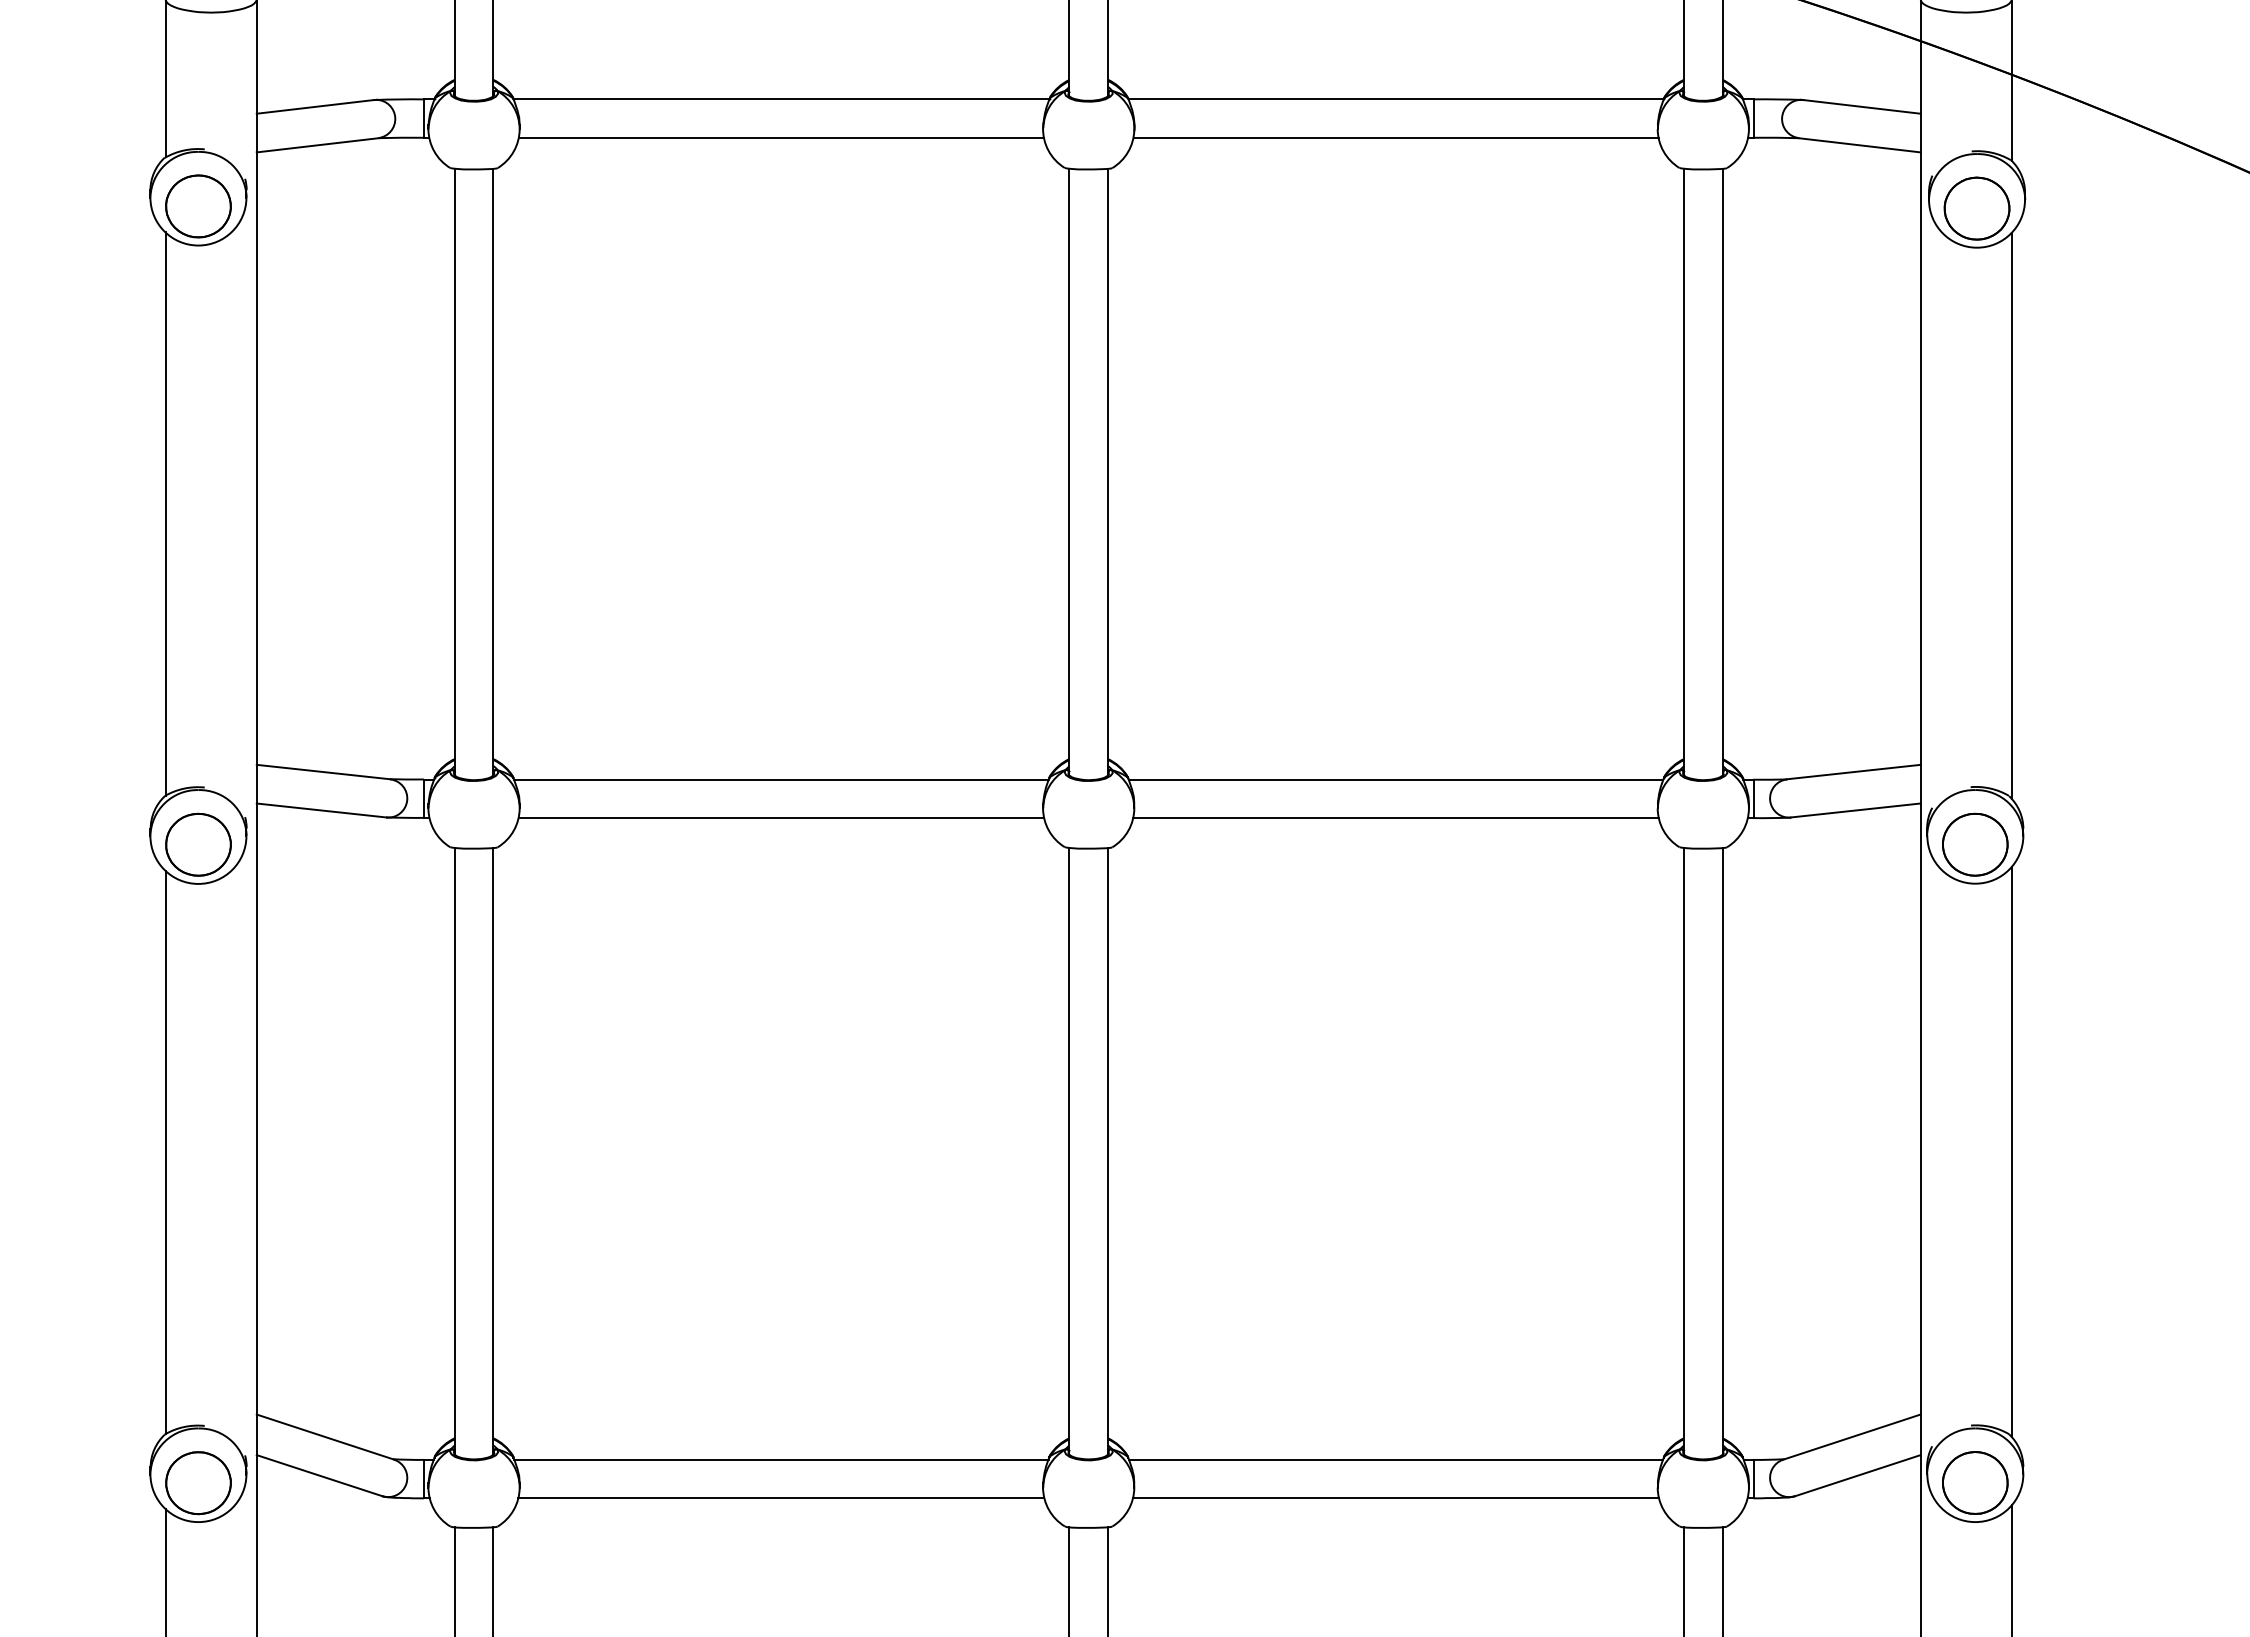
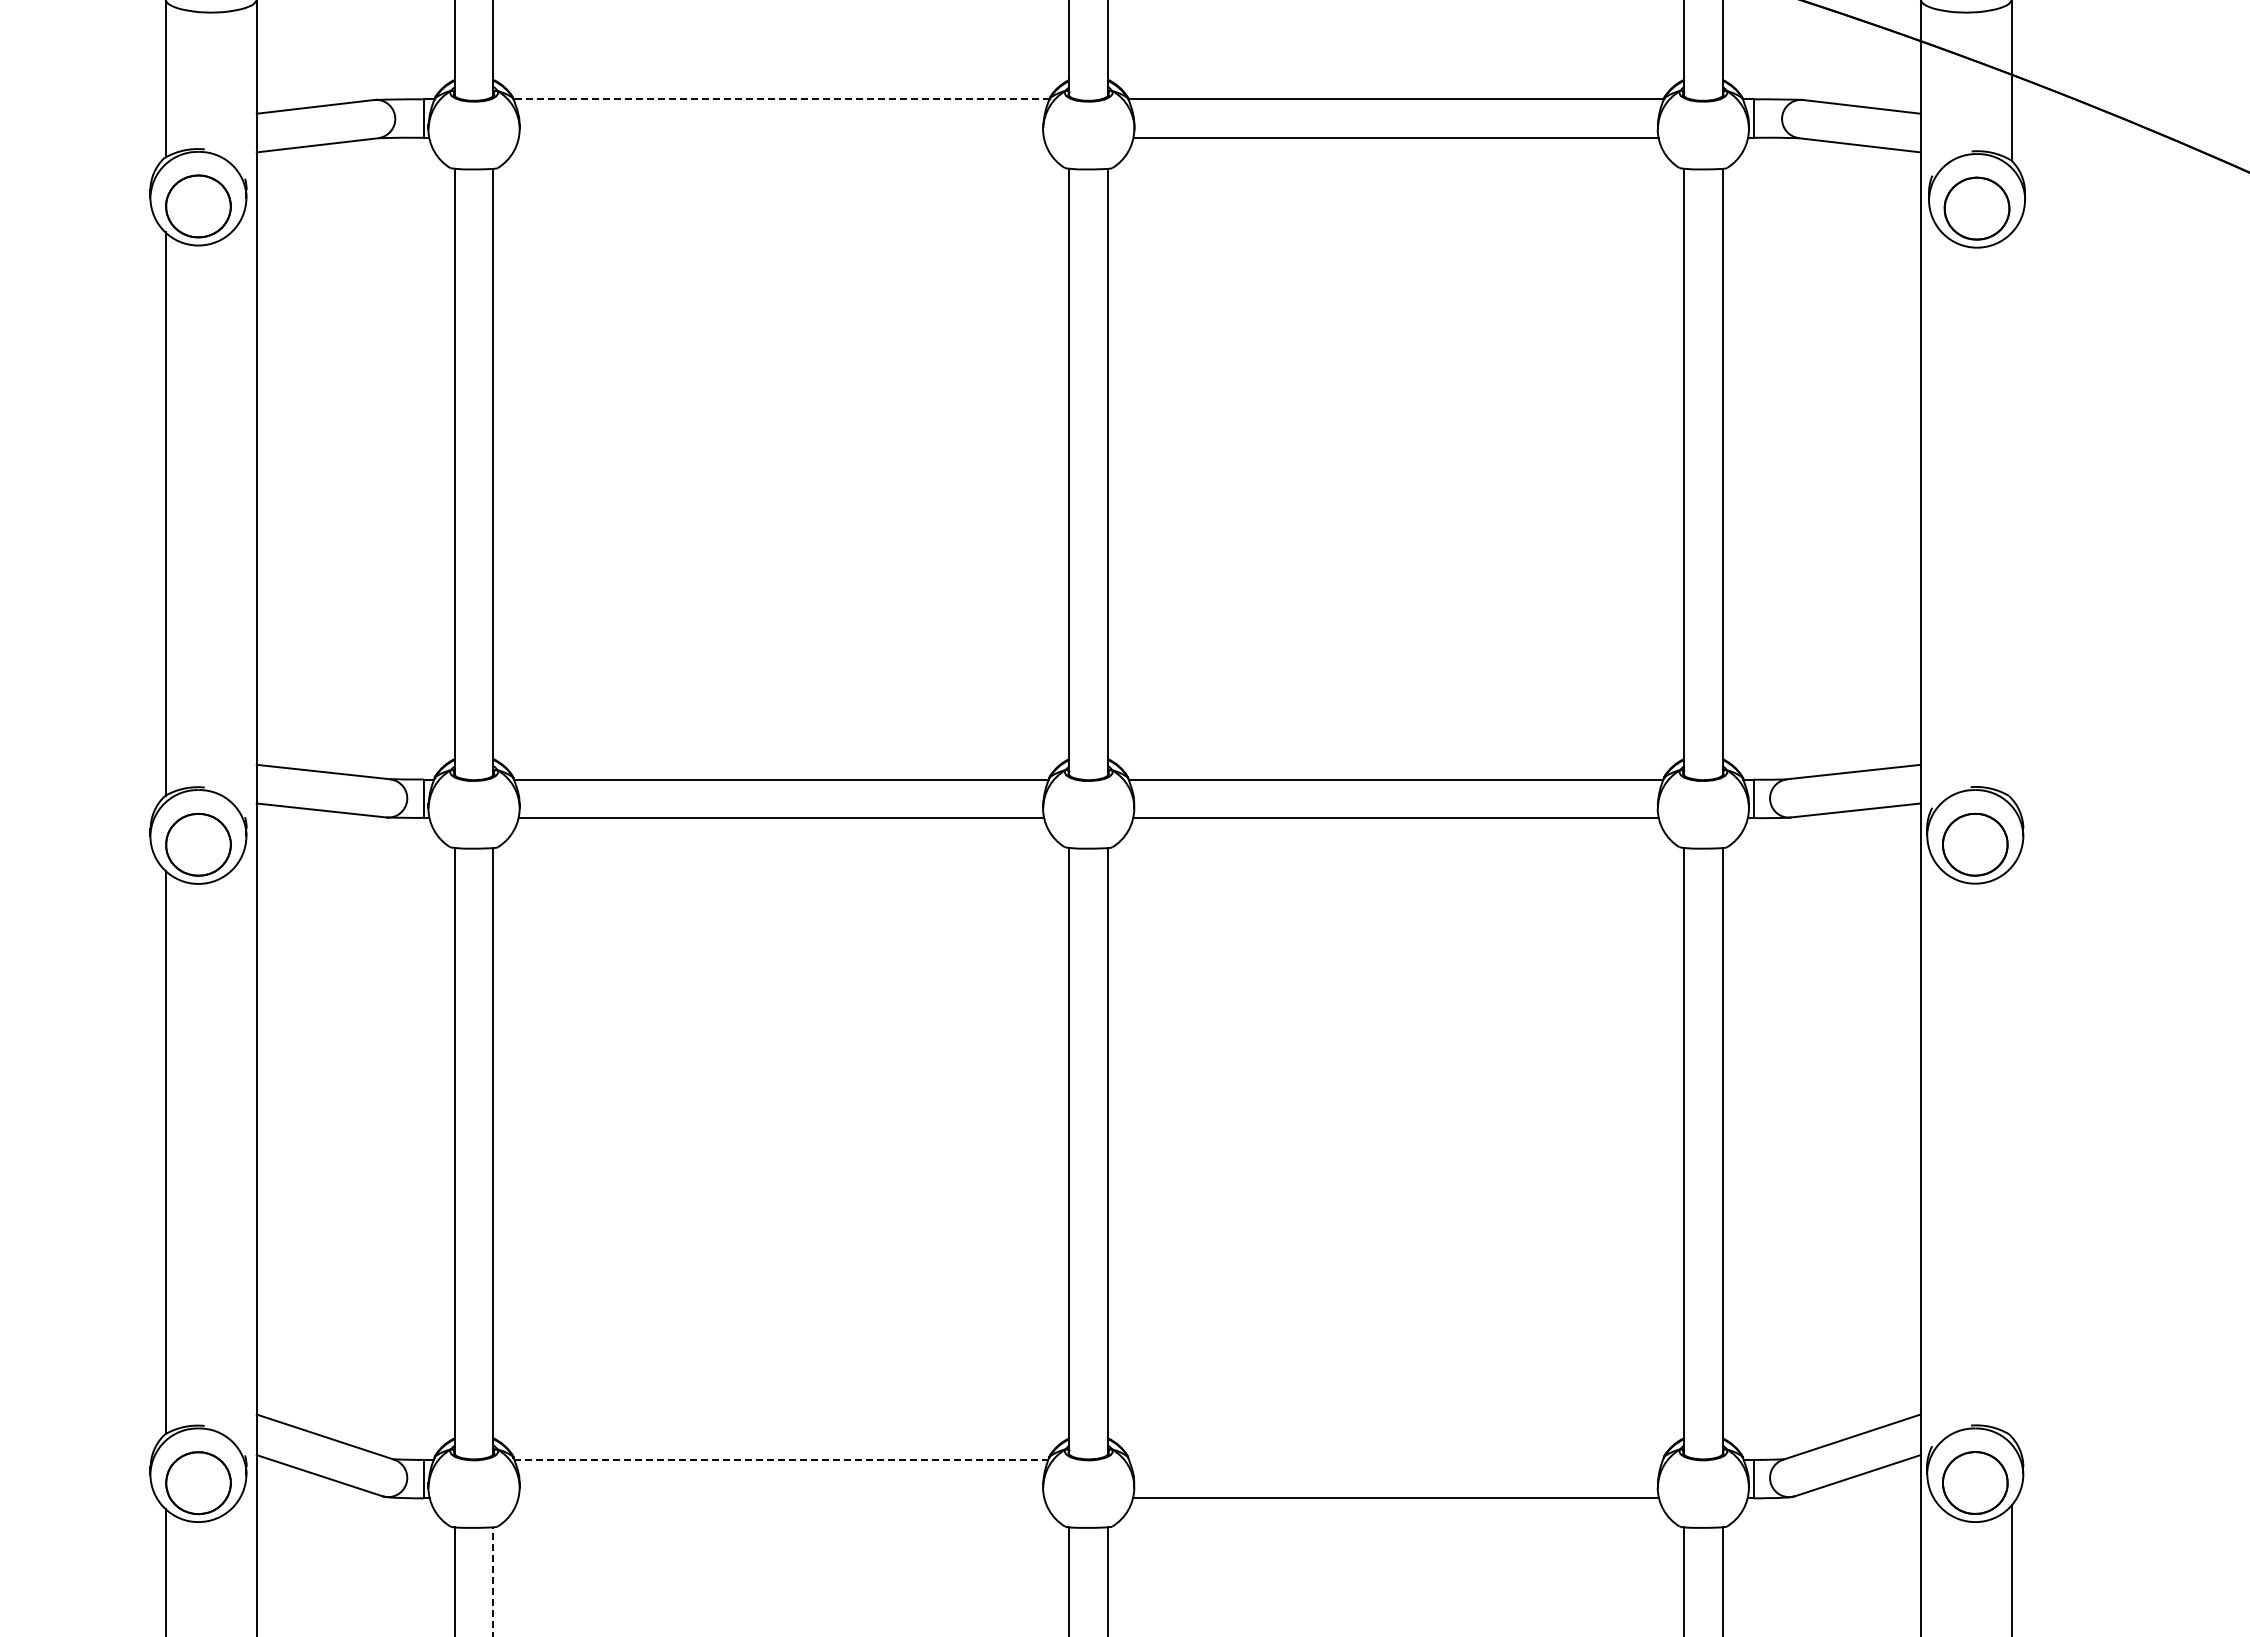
line at (781, 99): solid -> dashed
line at (781, 137): present -> none
line at (2011, 515): present -> none
line at (2011, 1151): present -> none
line at (780, 1459): solid -> dashed
line at (1396, 1459): present -> none
line at (781, 1498): present -> none
line at (493, 1581): solid -> dashed
